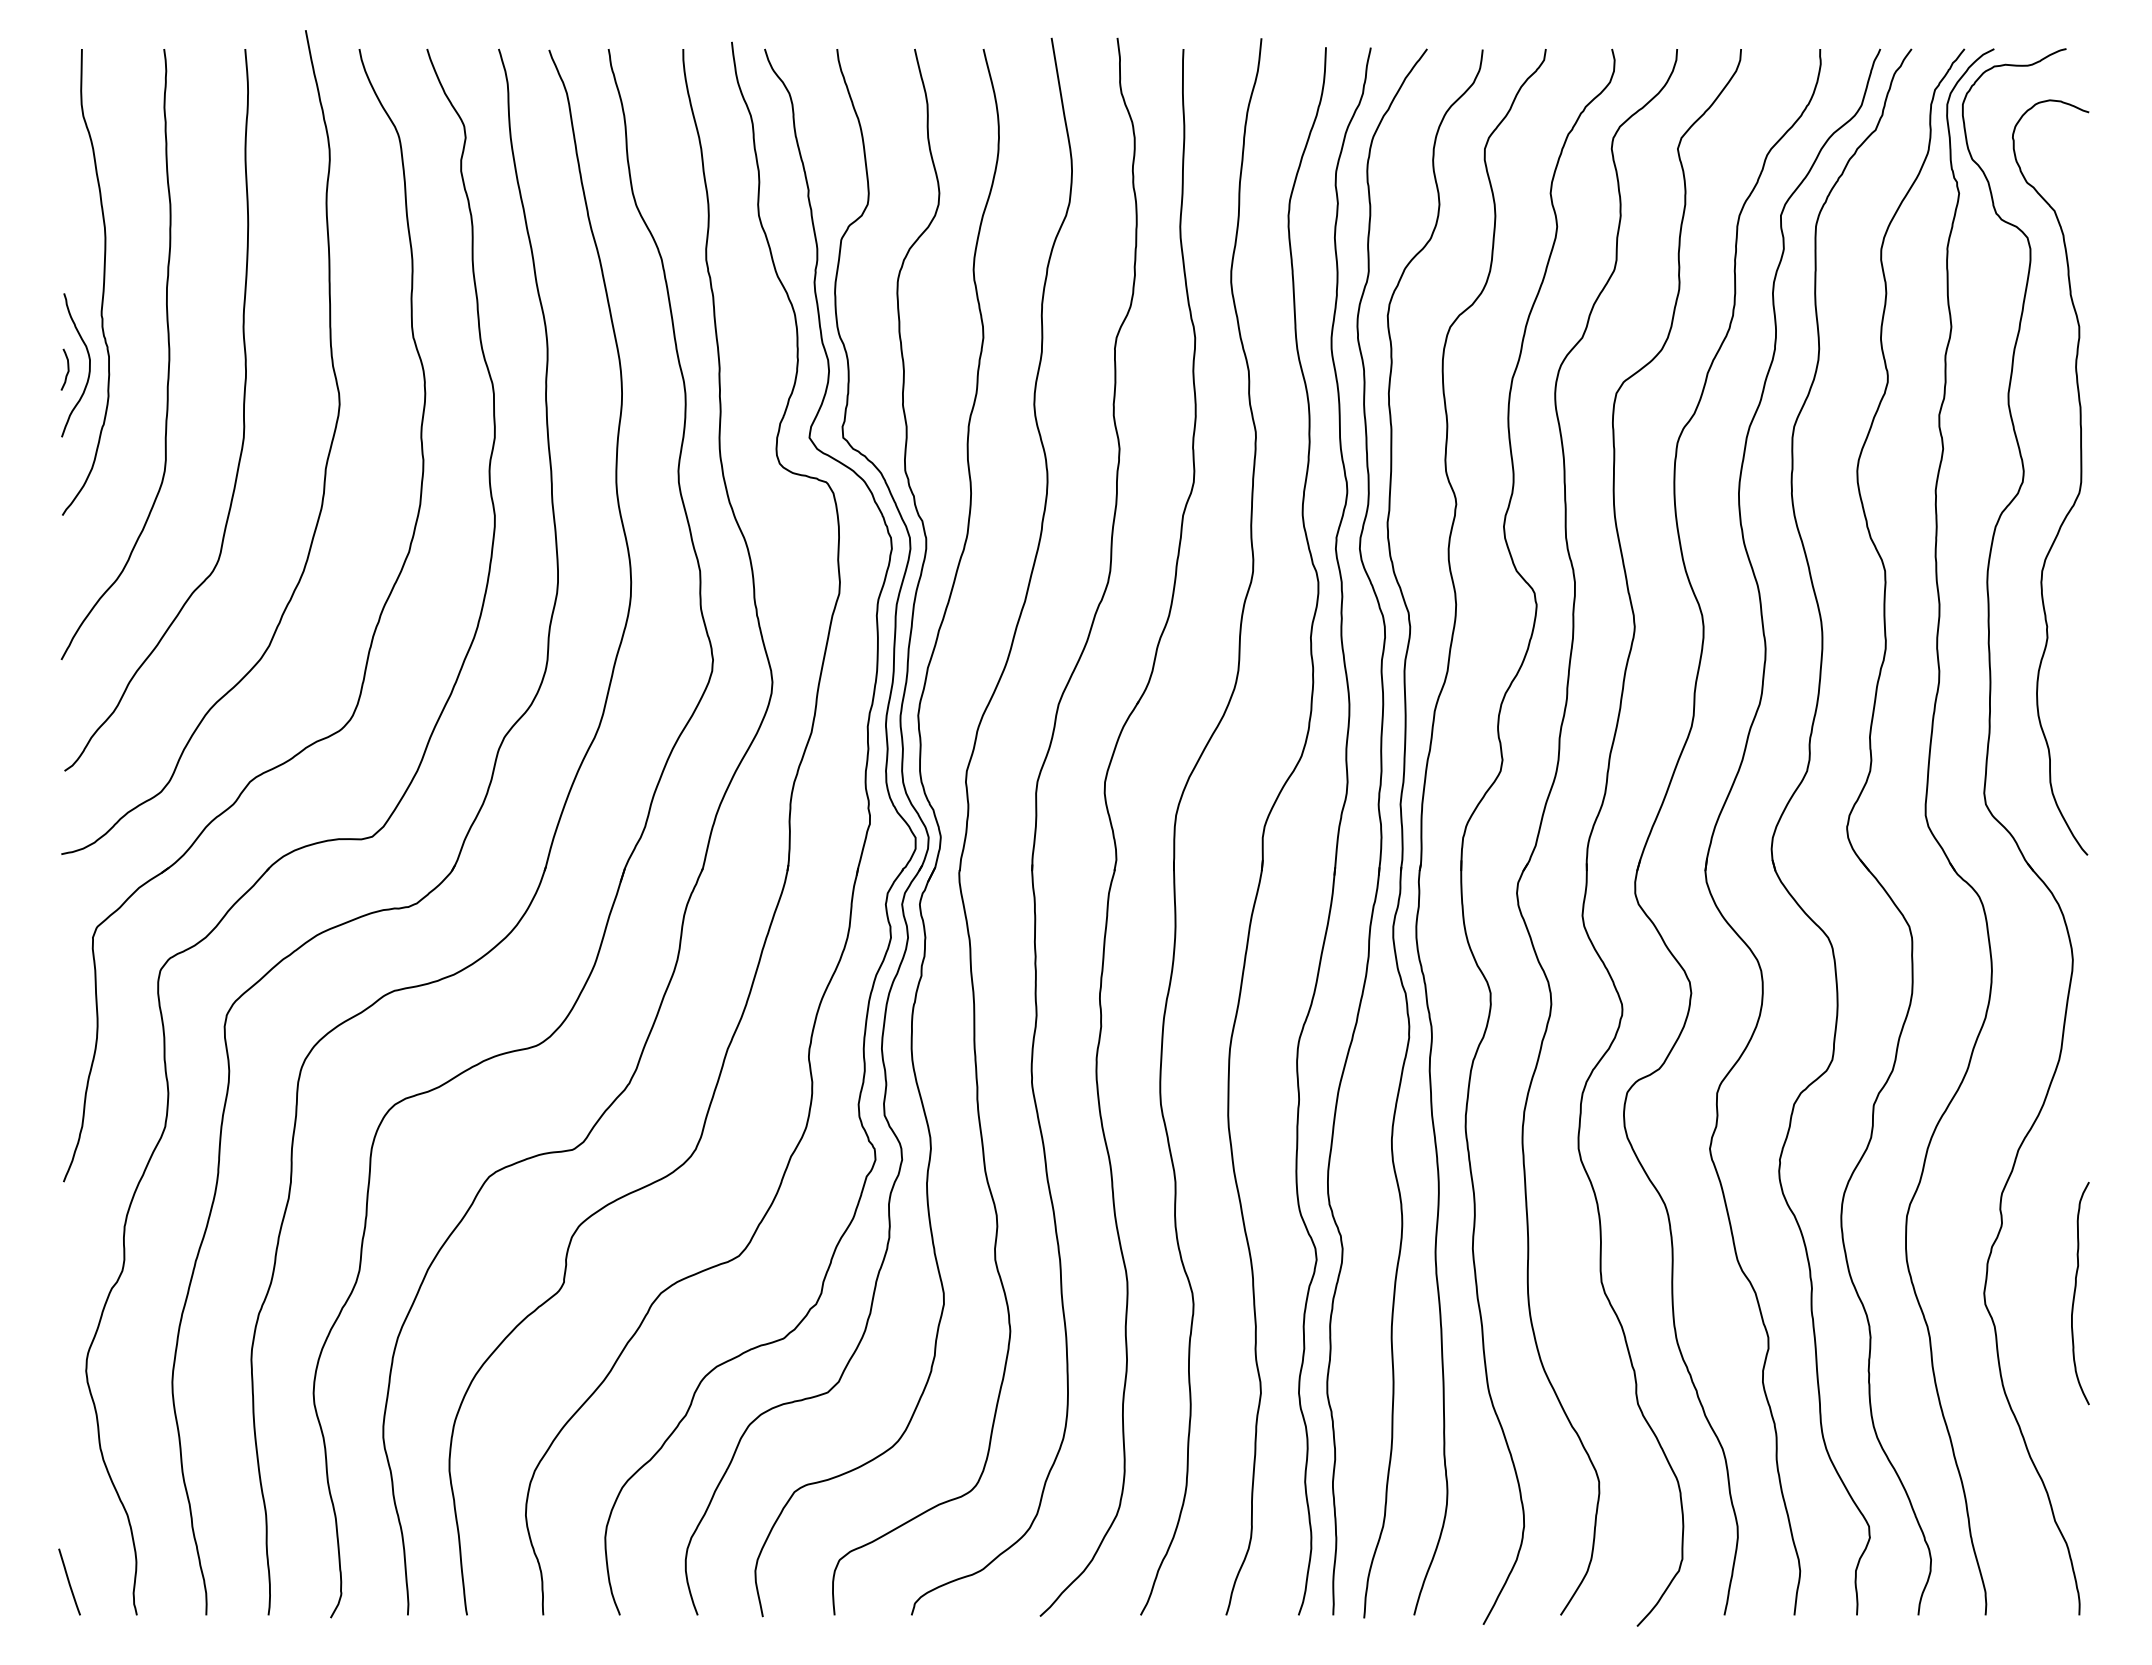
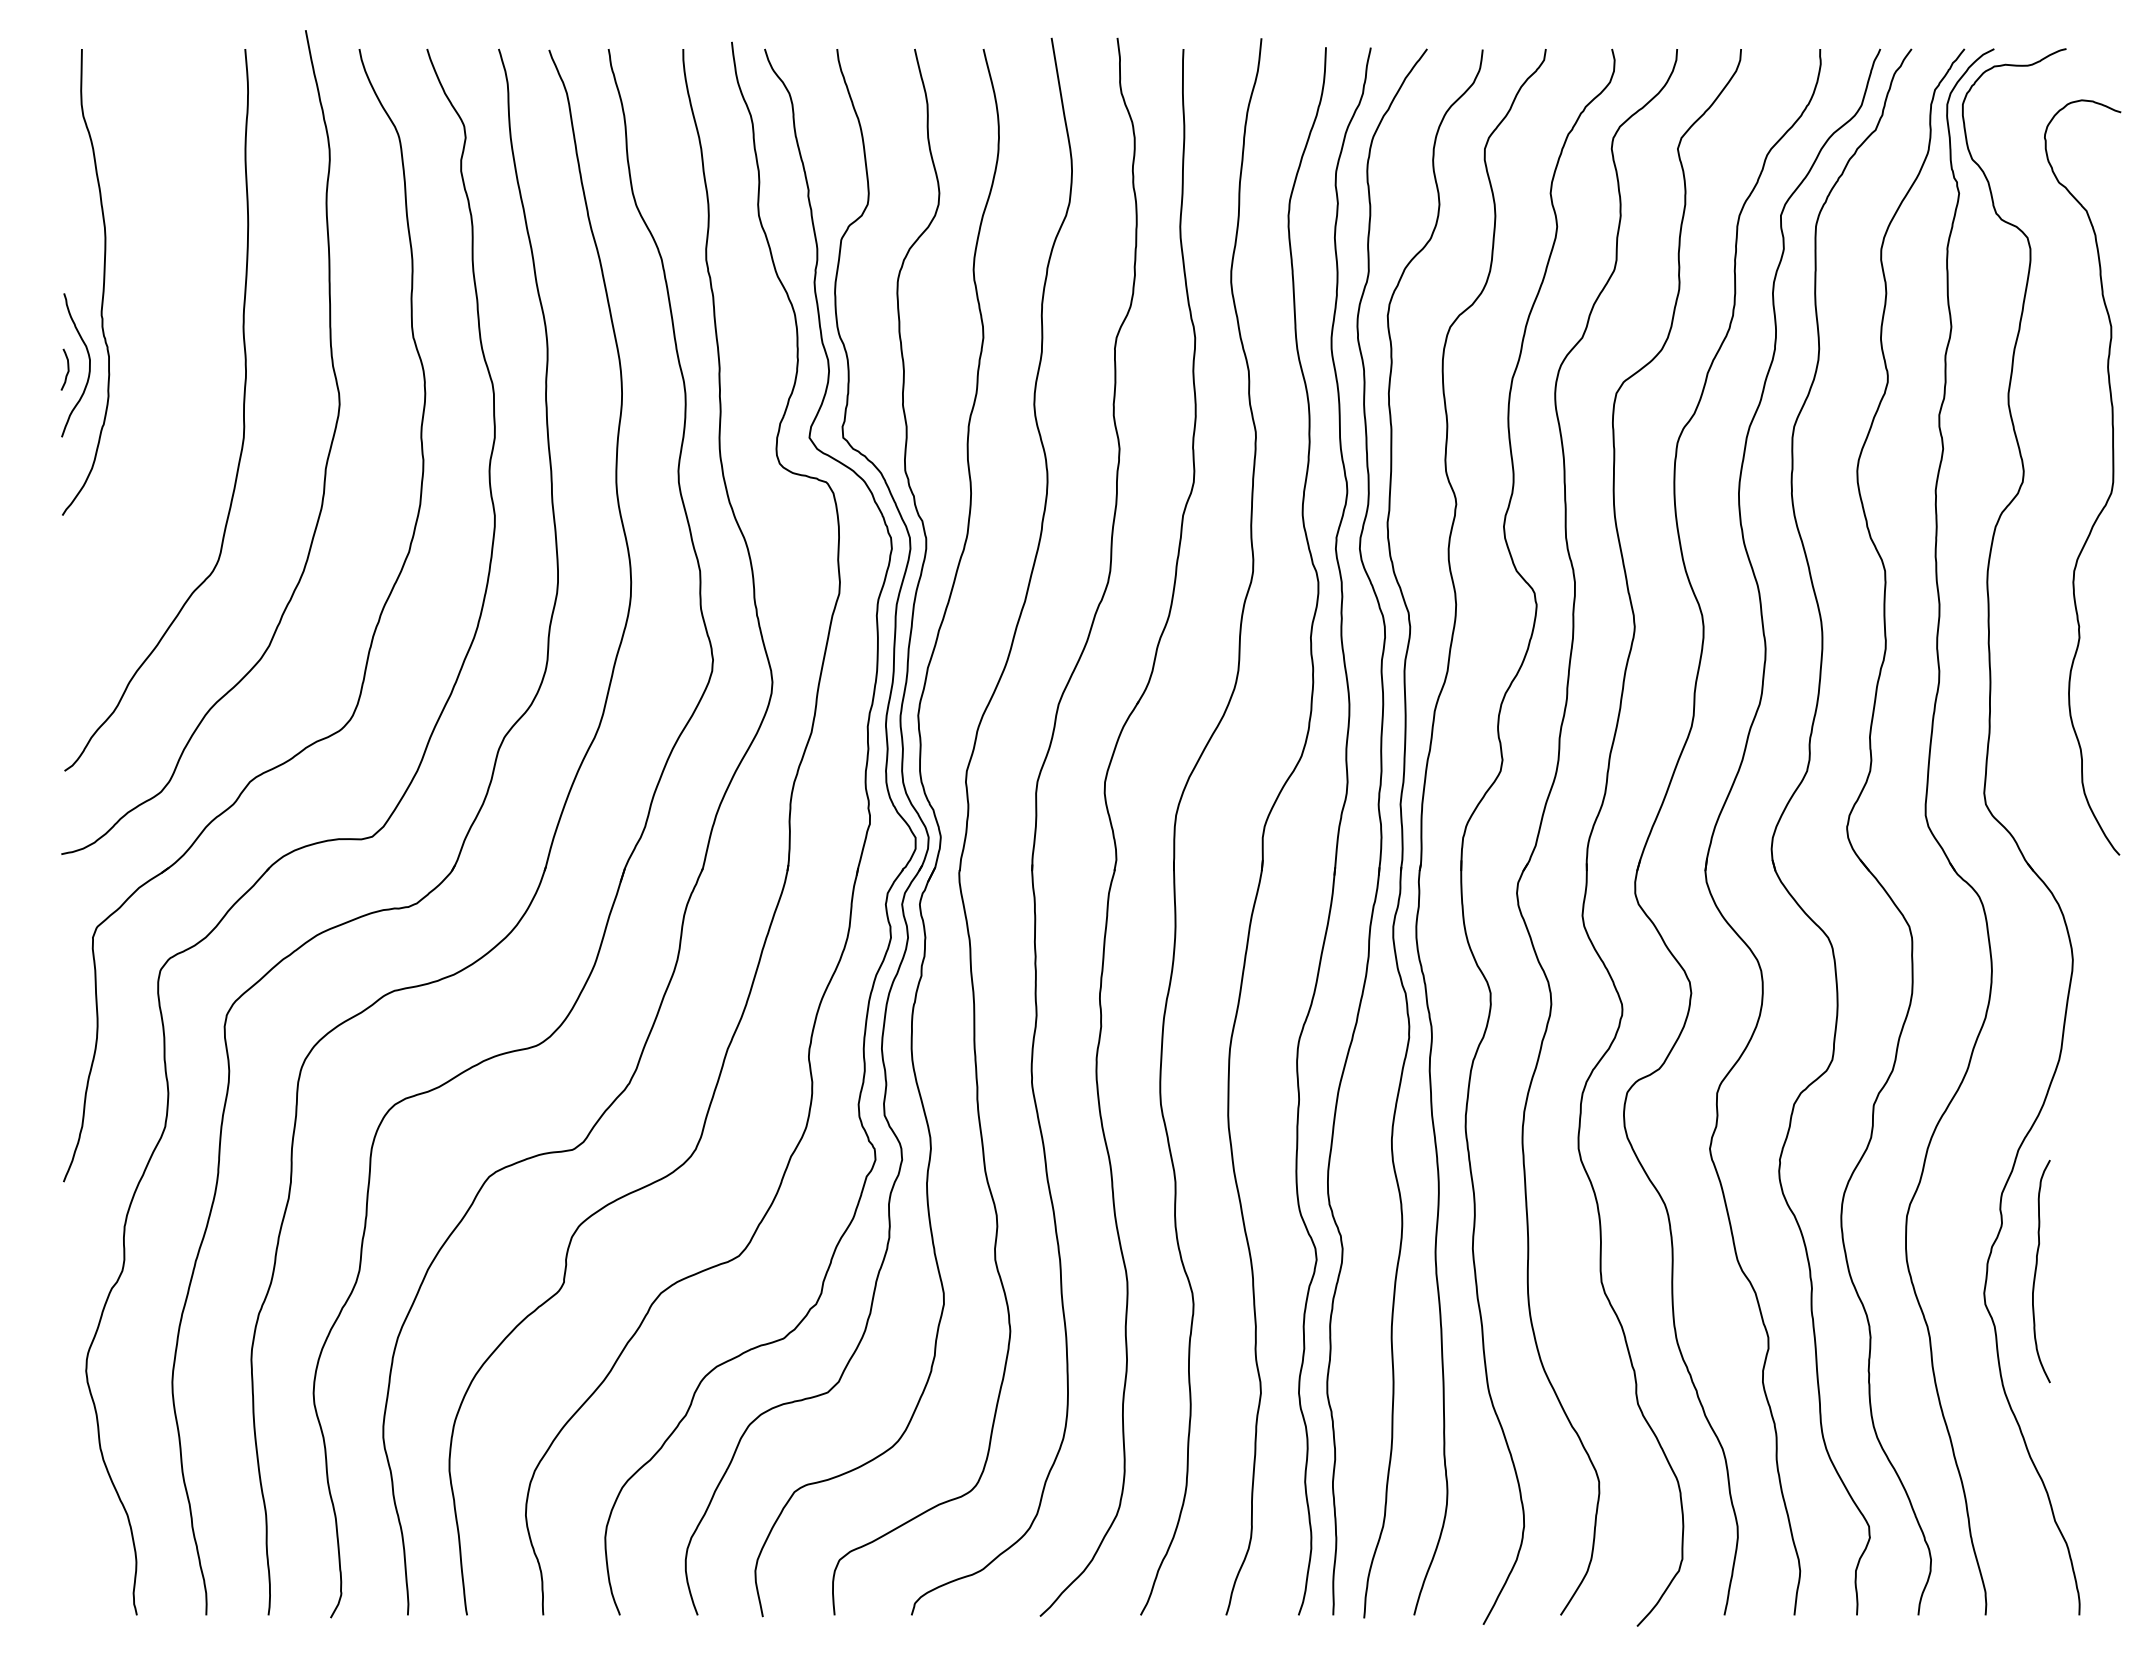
curve at (168, 354): present -> none
curve at (2080, 477) position: (2080, 477) -> (2112, 477)
curve at (2075, 1293) position: (2075, 1293) -> (2036, 1271)
line at (69, 1581): present -> none
